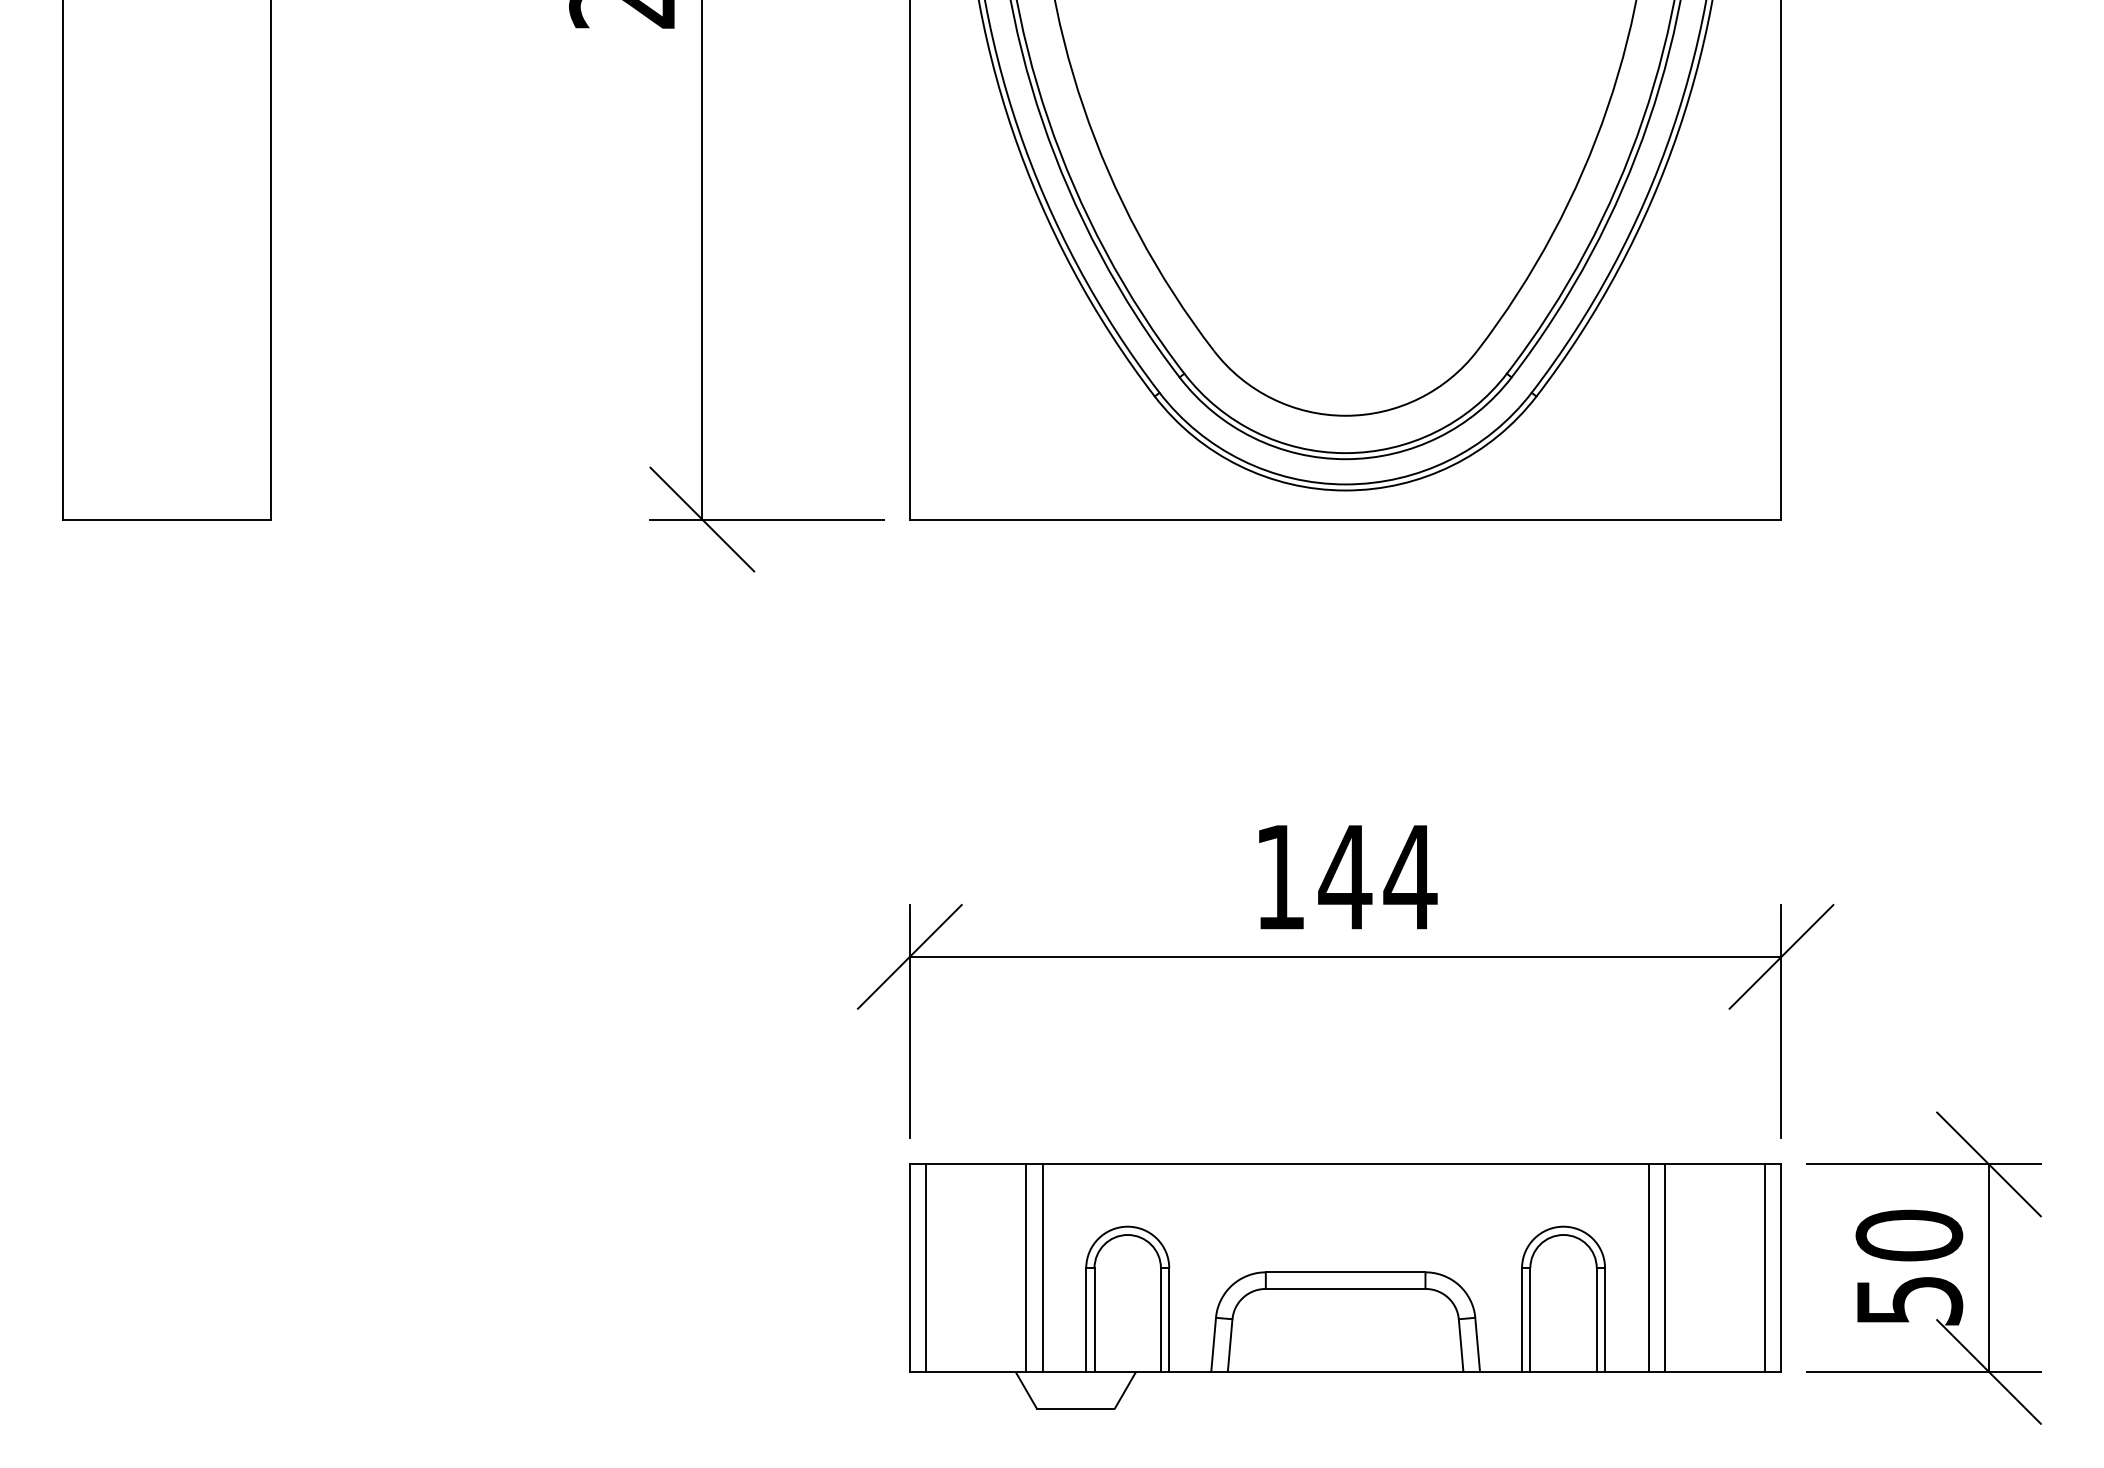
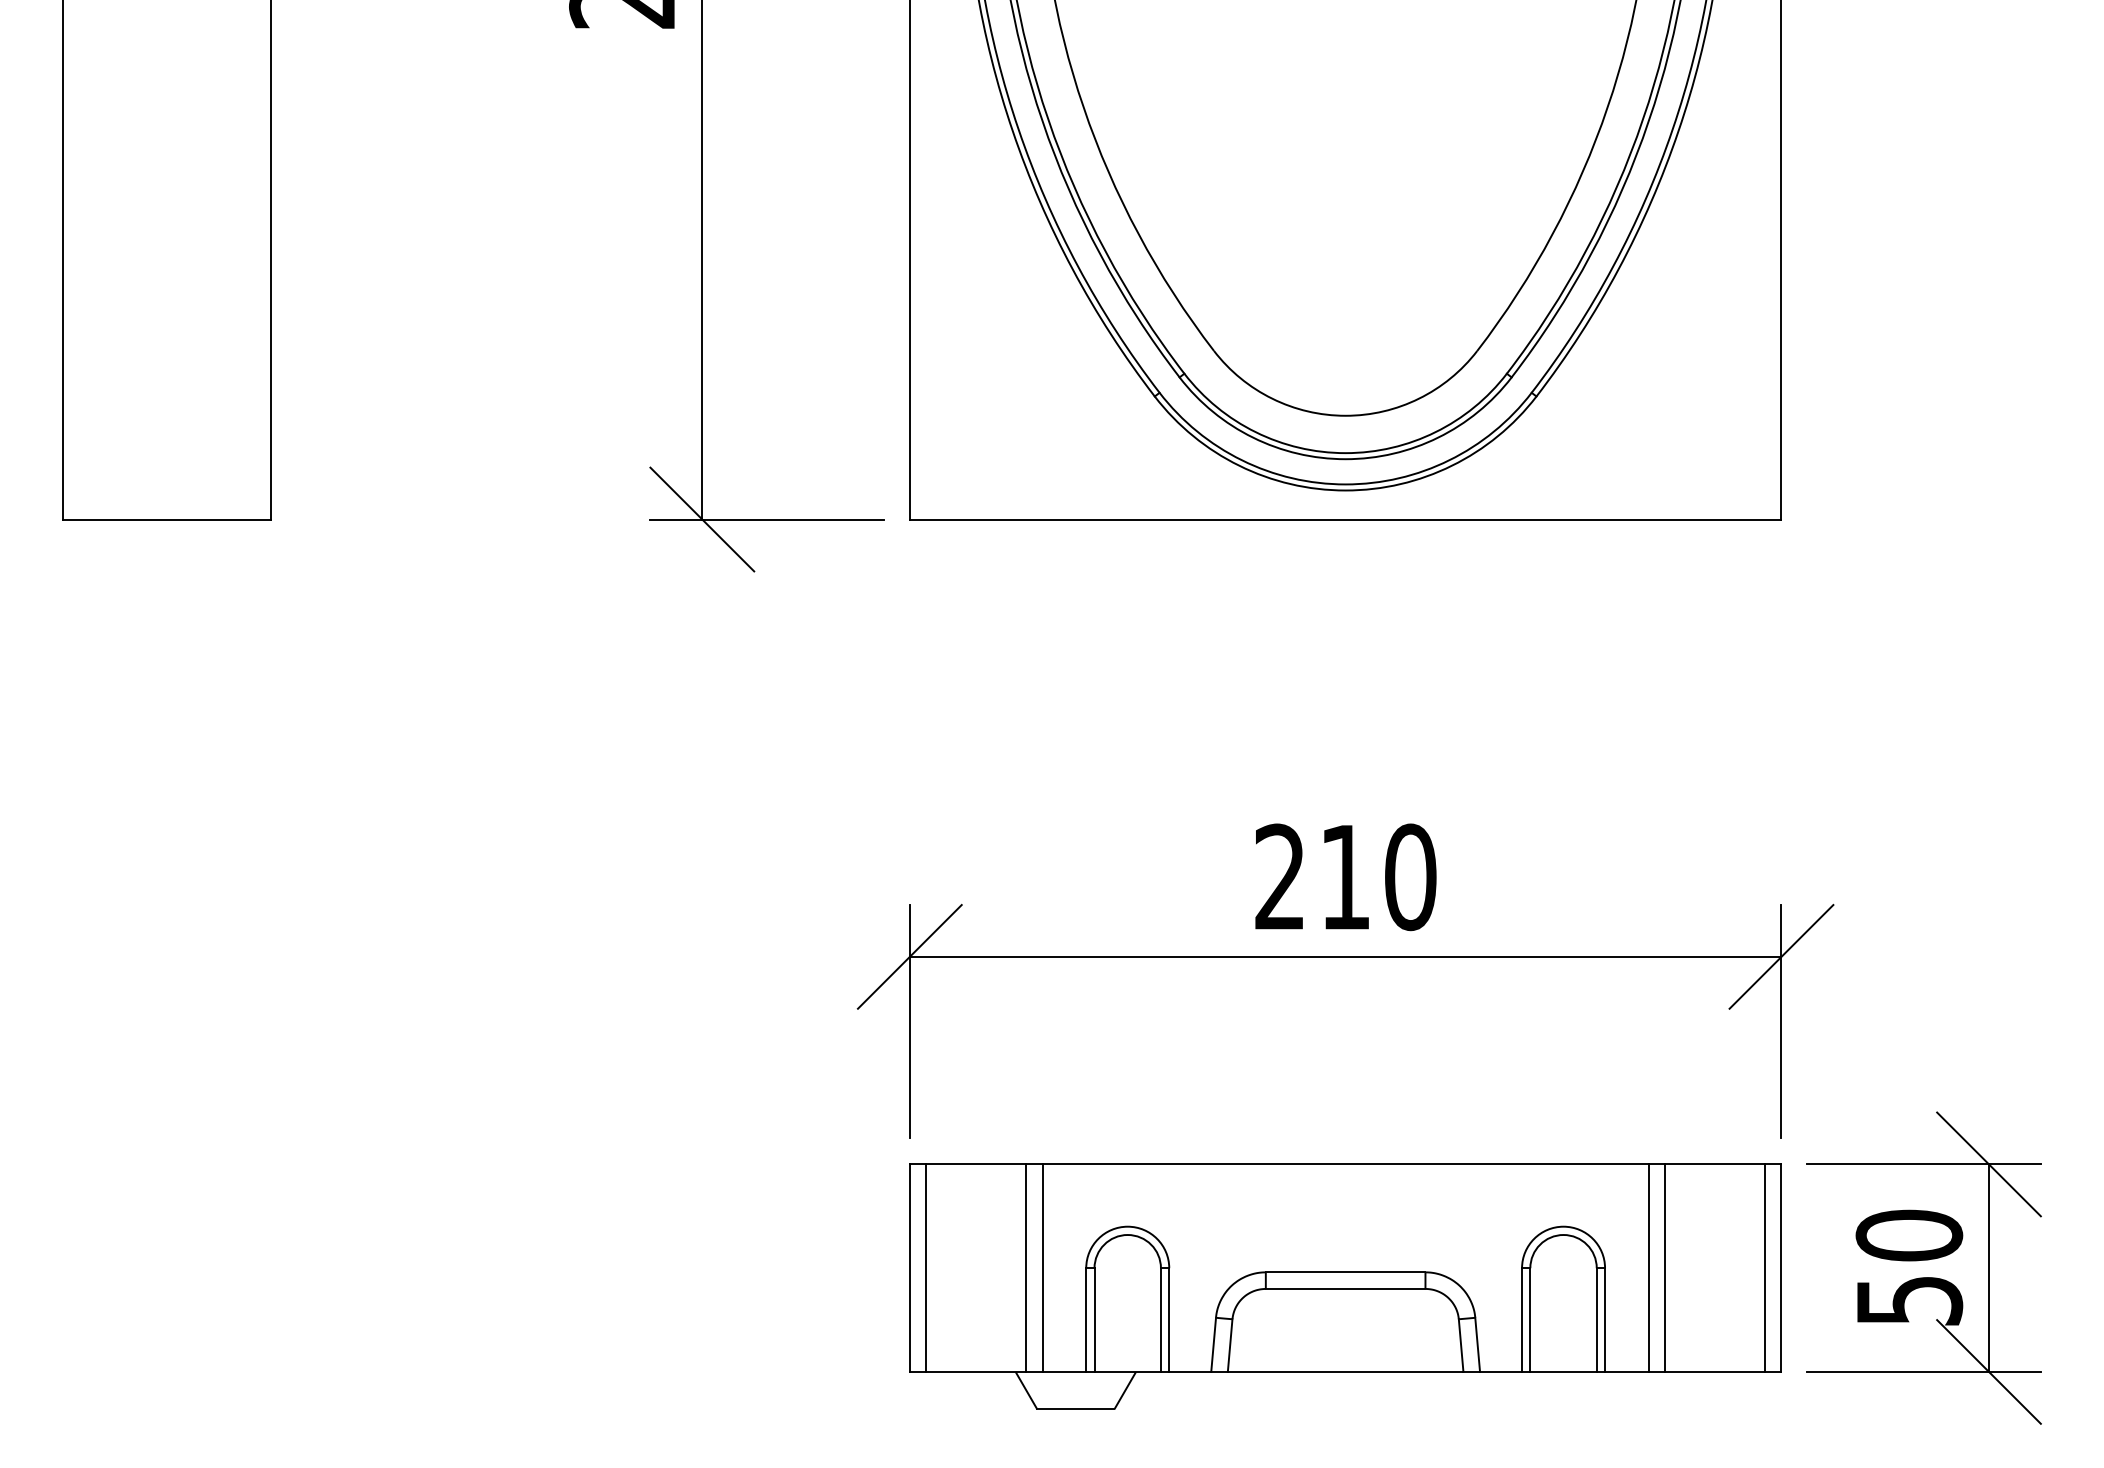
text at (1346, 877): 144 -> 210
